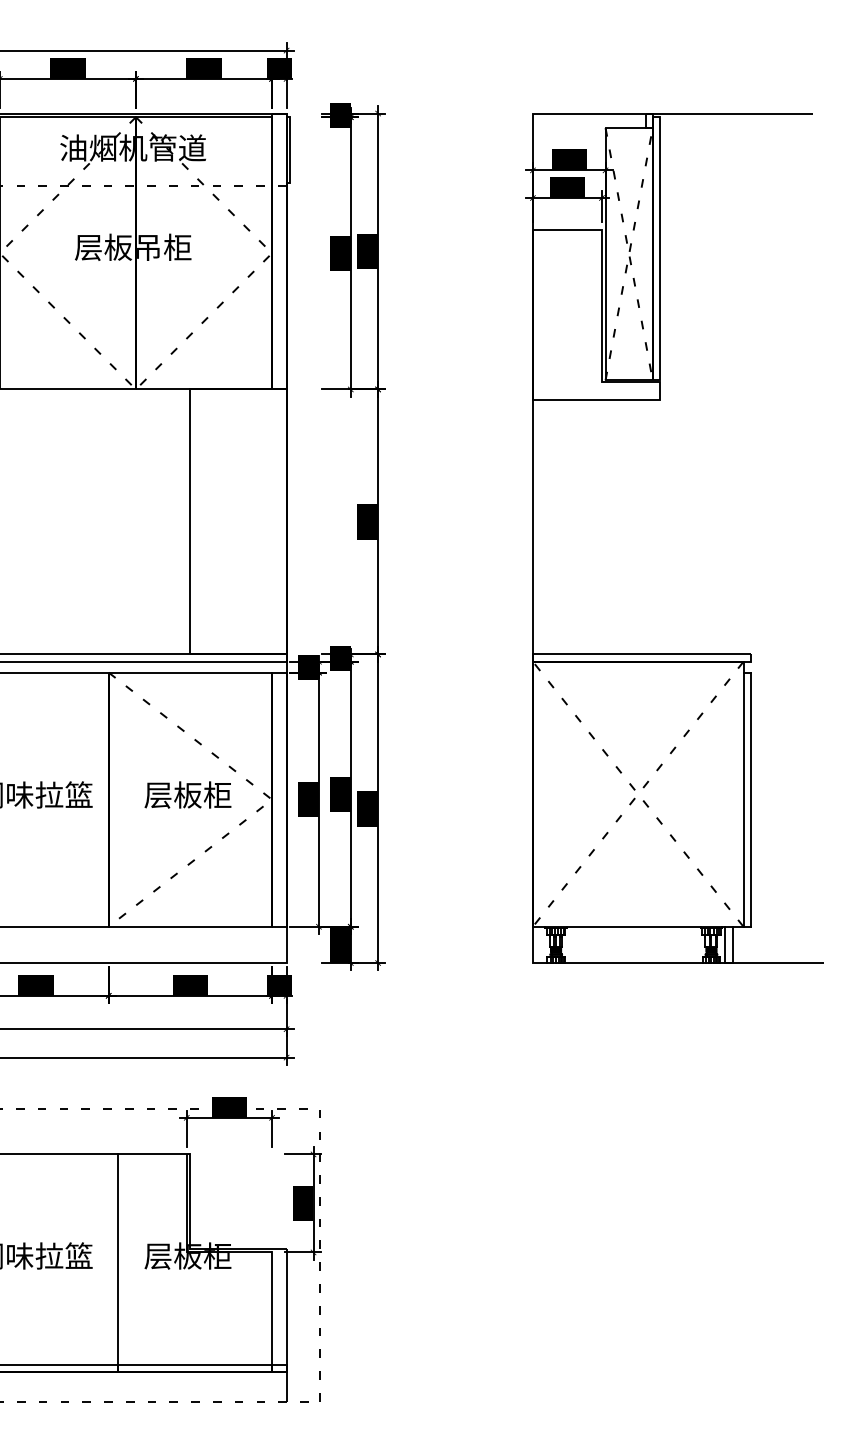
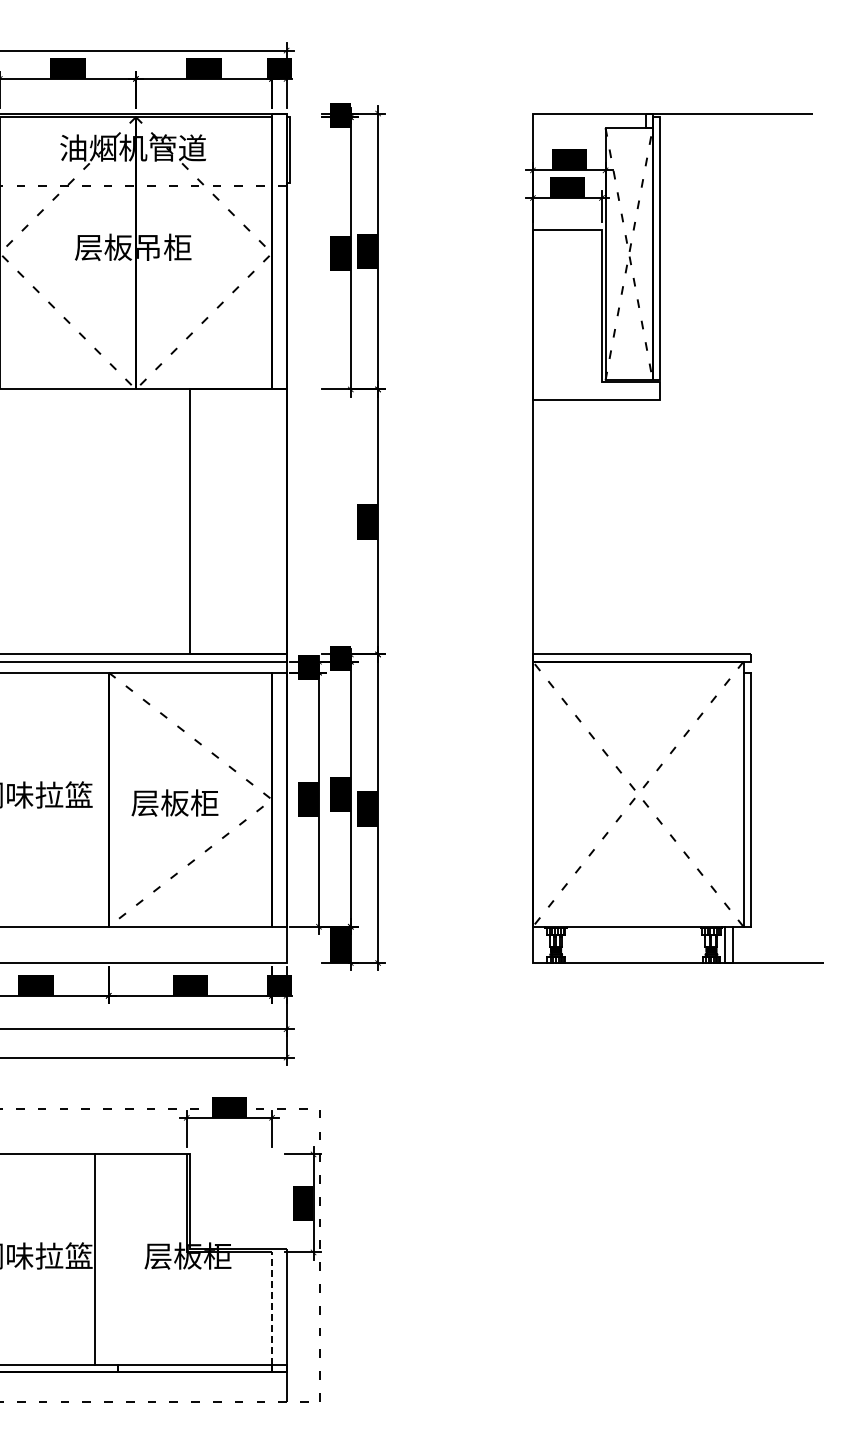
text at (187, 794) position: (187, 794) -> (174, 802)
line at (117, 1259) position: (117, 1259) -> (94, 1259)
line at (272, 1308): solid -> dashed
